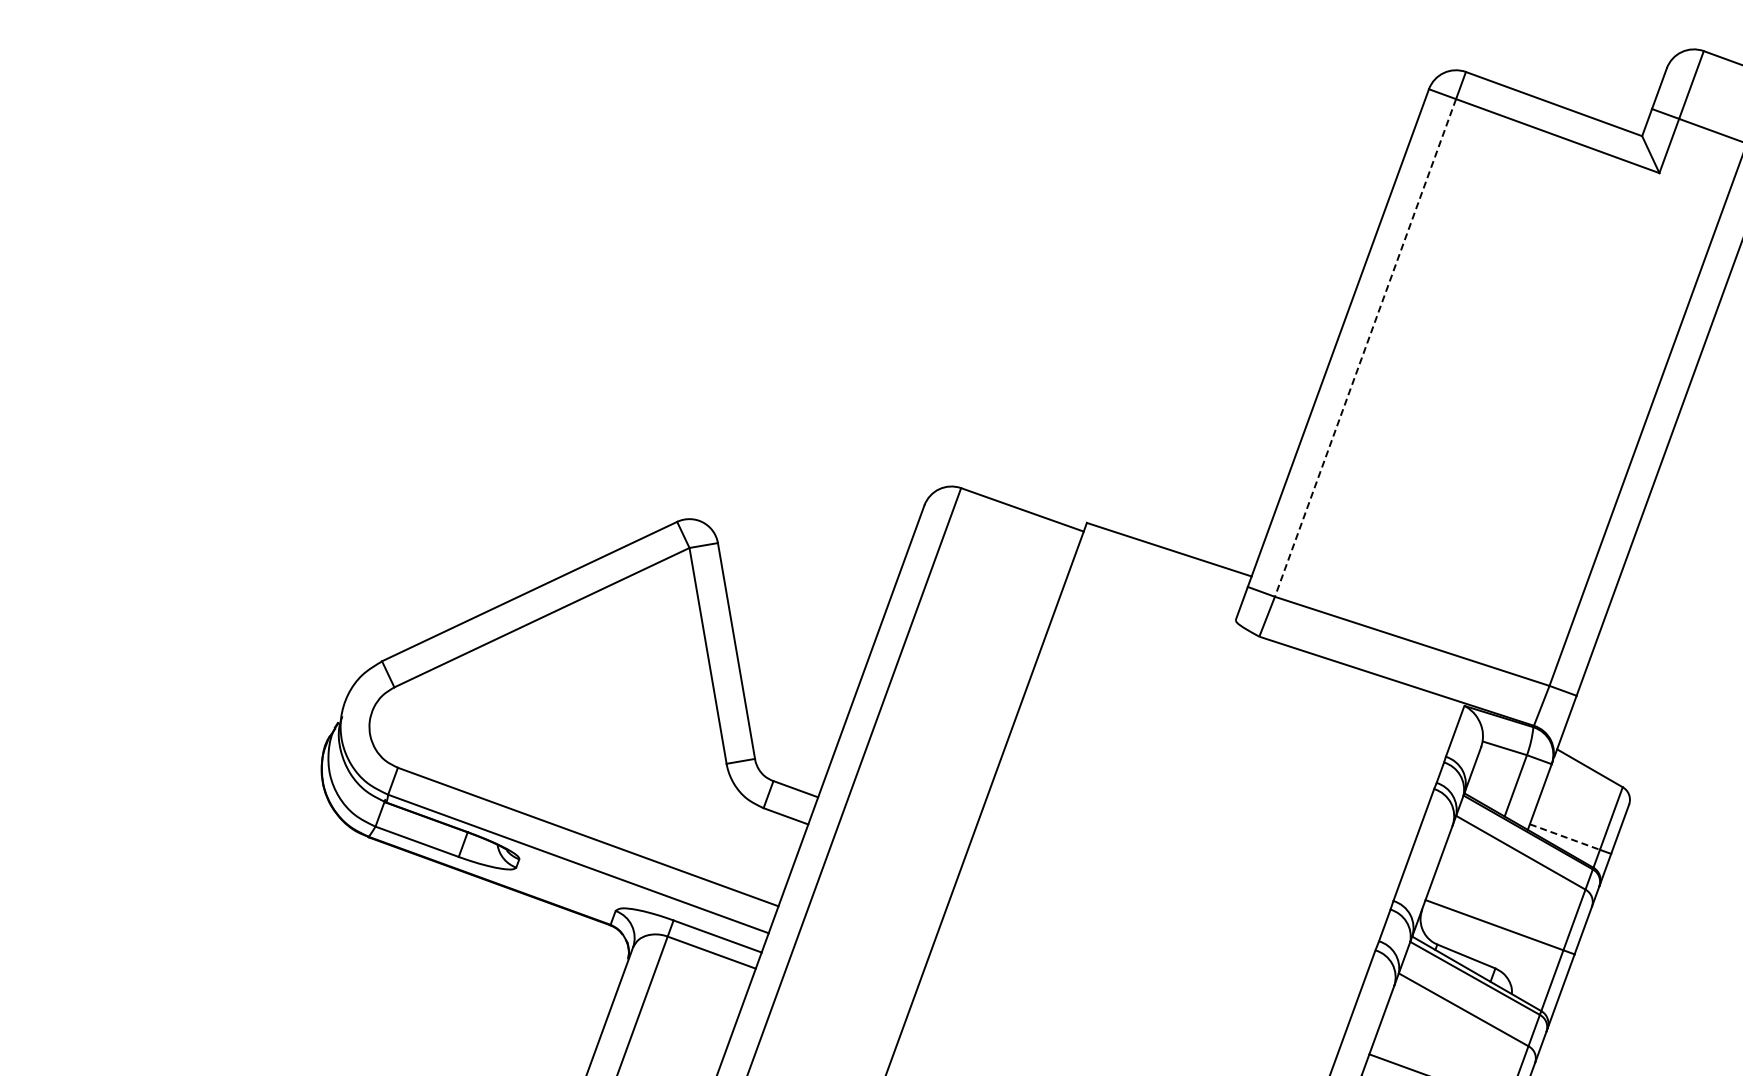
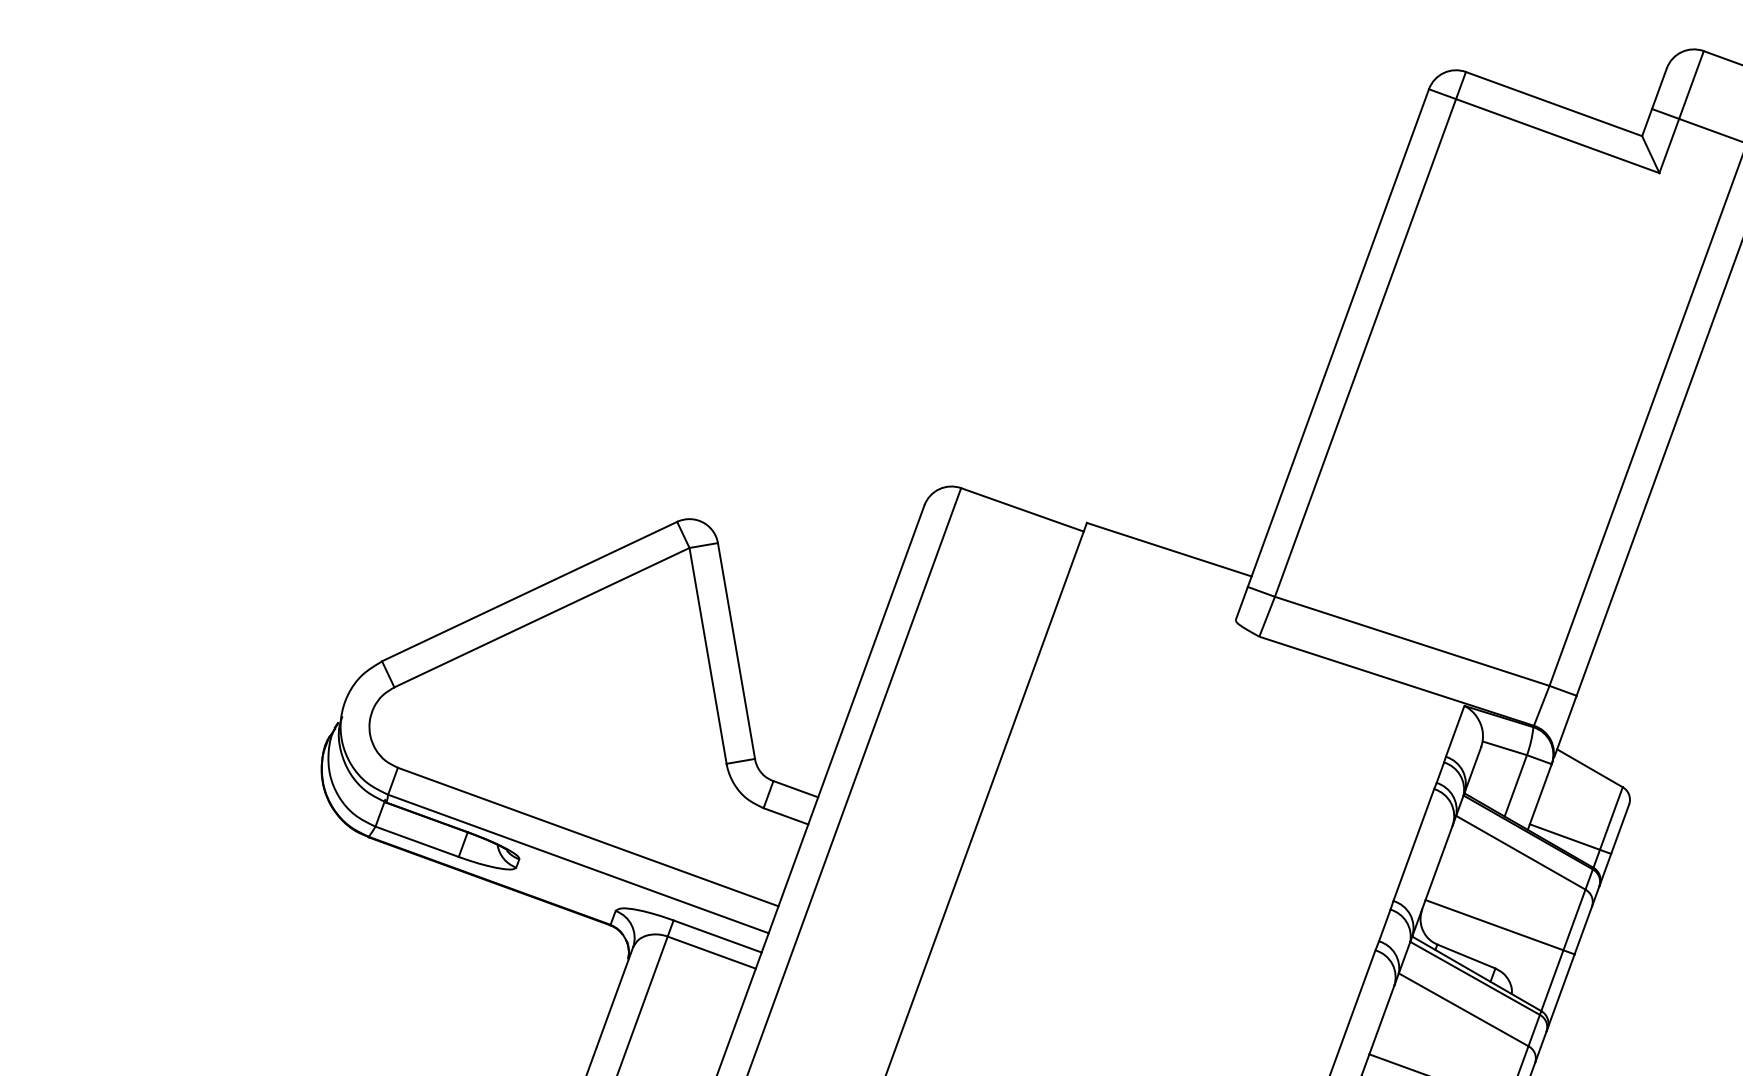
line at (1365, 347): dashed -> solid
line at (1565, 837): dashed -> solid
